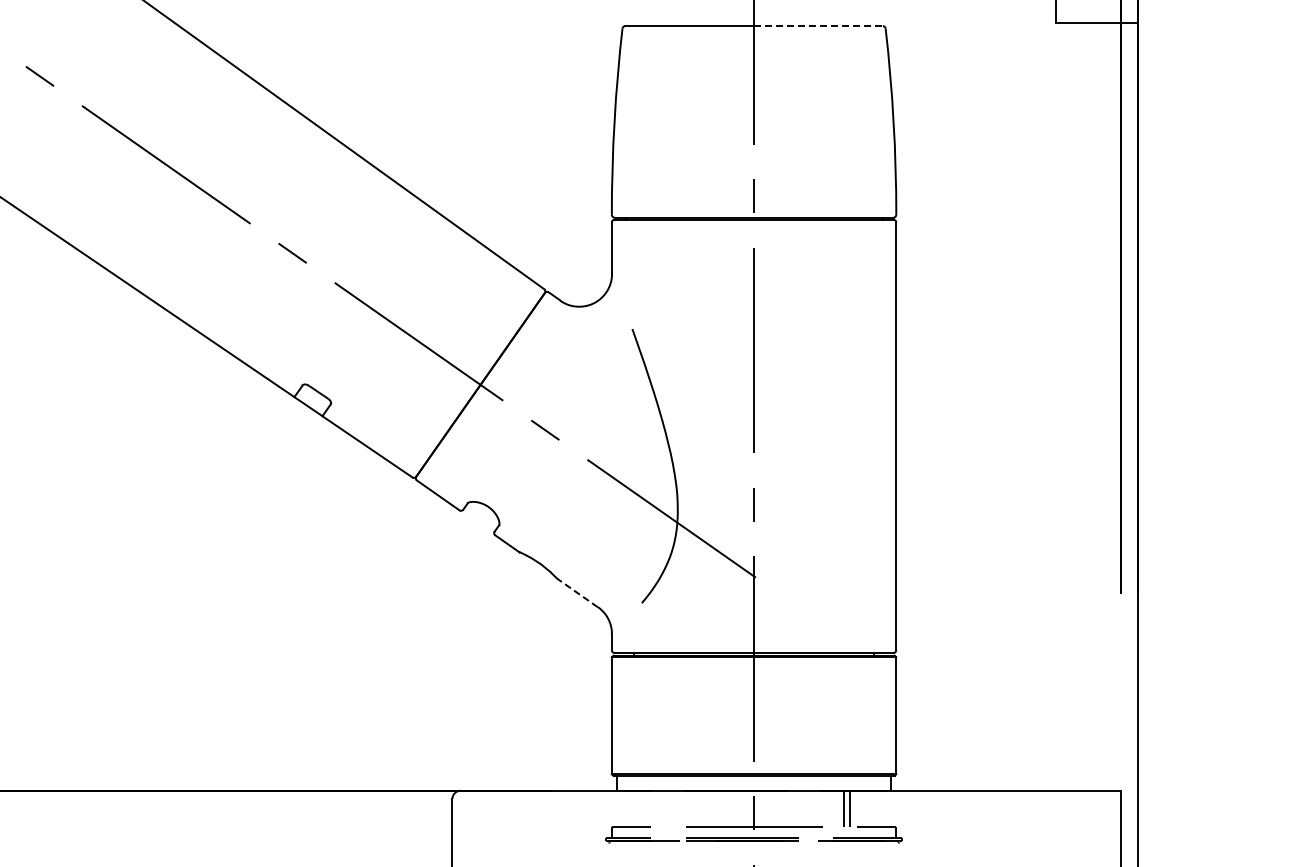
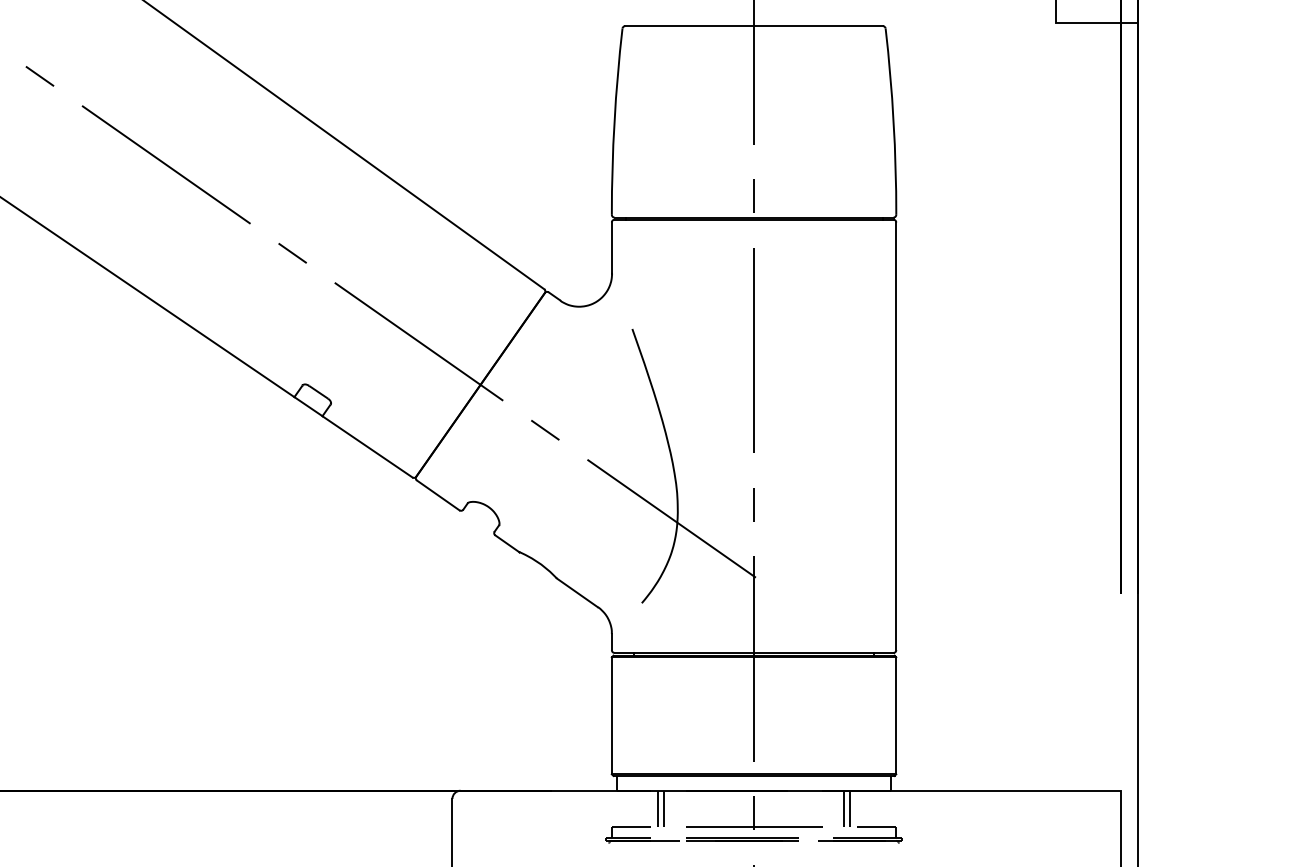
line at (818, 26): dashed -> solid
line at (576, 592): dashed -> solid
line at (658, 808): none -> present
line at (663, 808): none -> present
